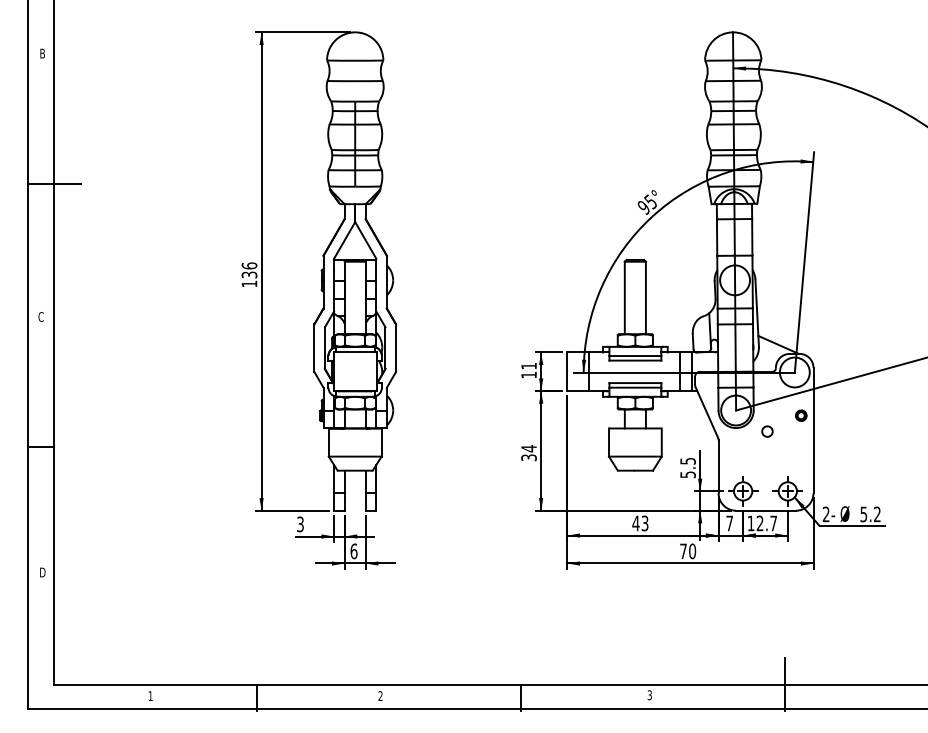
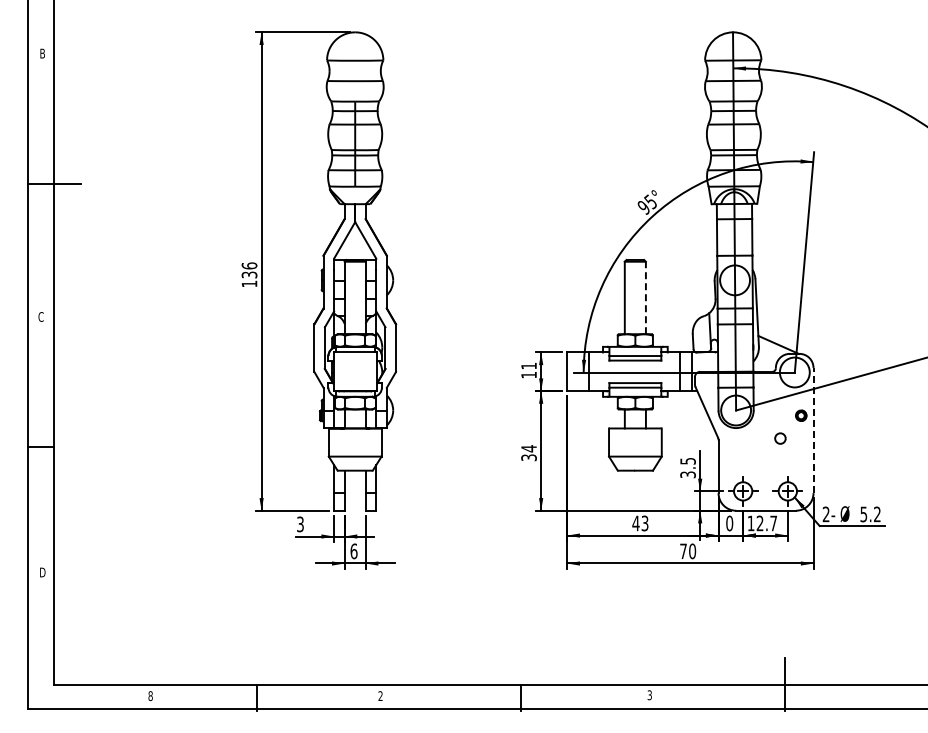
line at (645, 297): solid -> dashed
line at (813, 430): solid -> dashed
circle at (767, 431) position: (767, 431) -> (780, 438)
text at (687, 474): 5.5 -> 3.5
text at (729, 523): 7 -> 0
text at (150, 696): 1 -> 8
